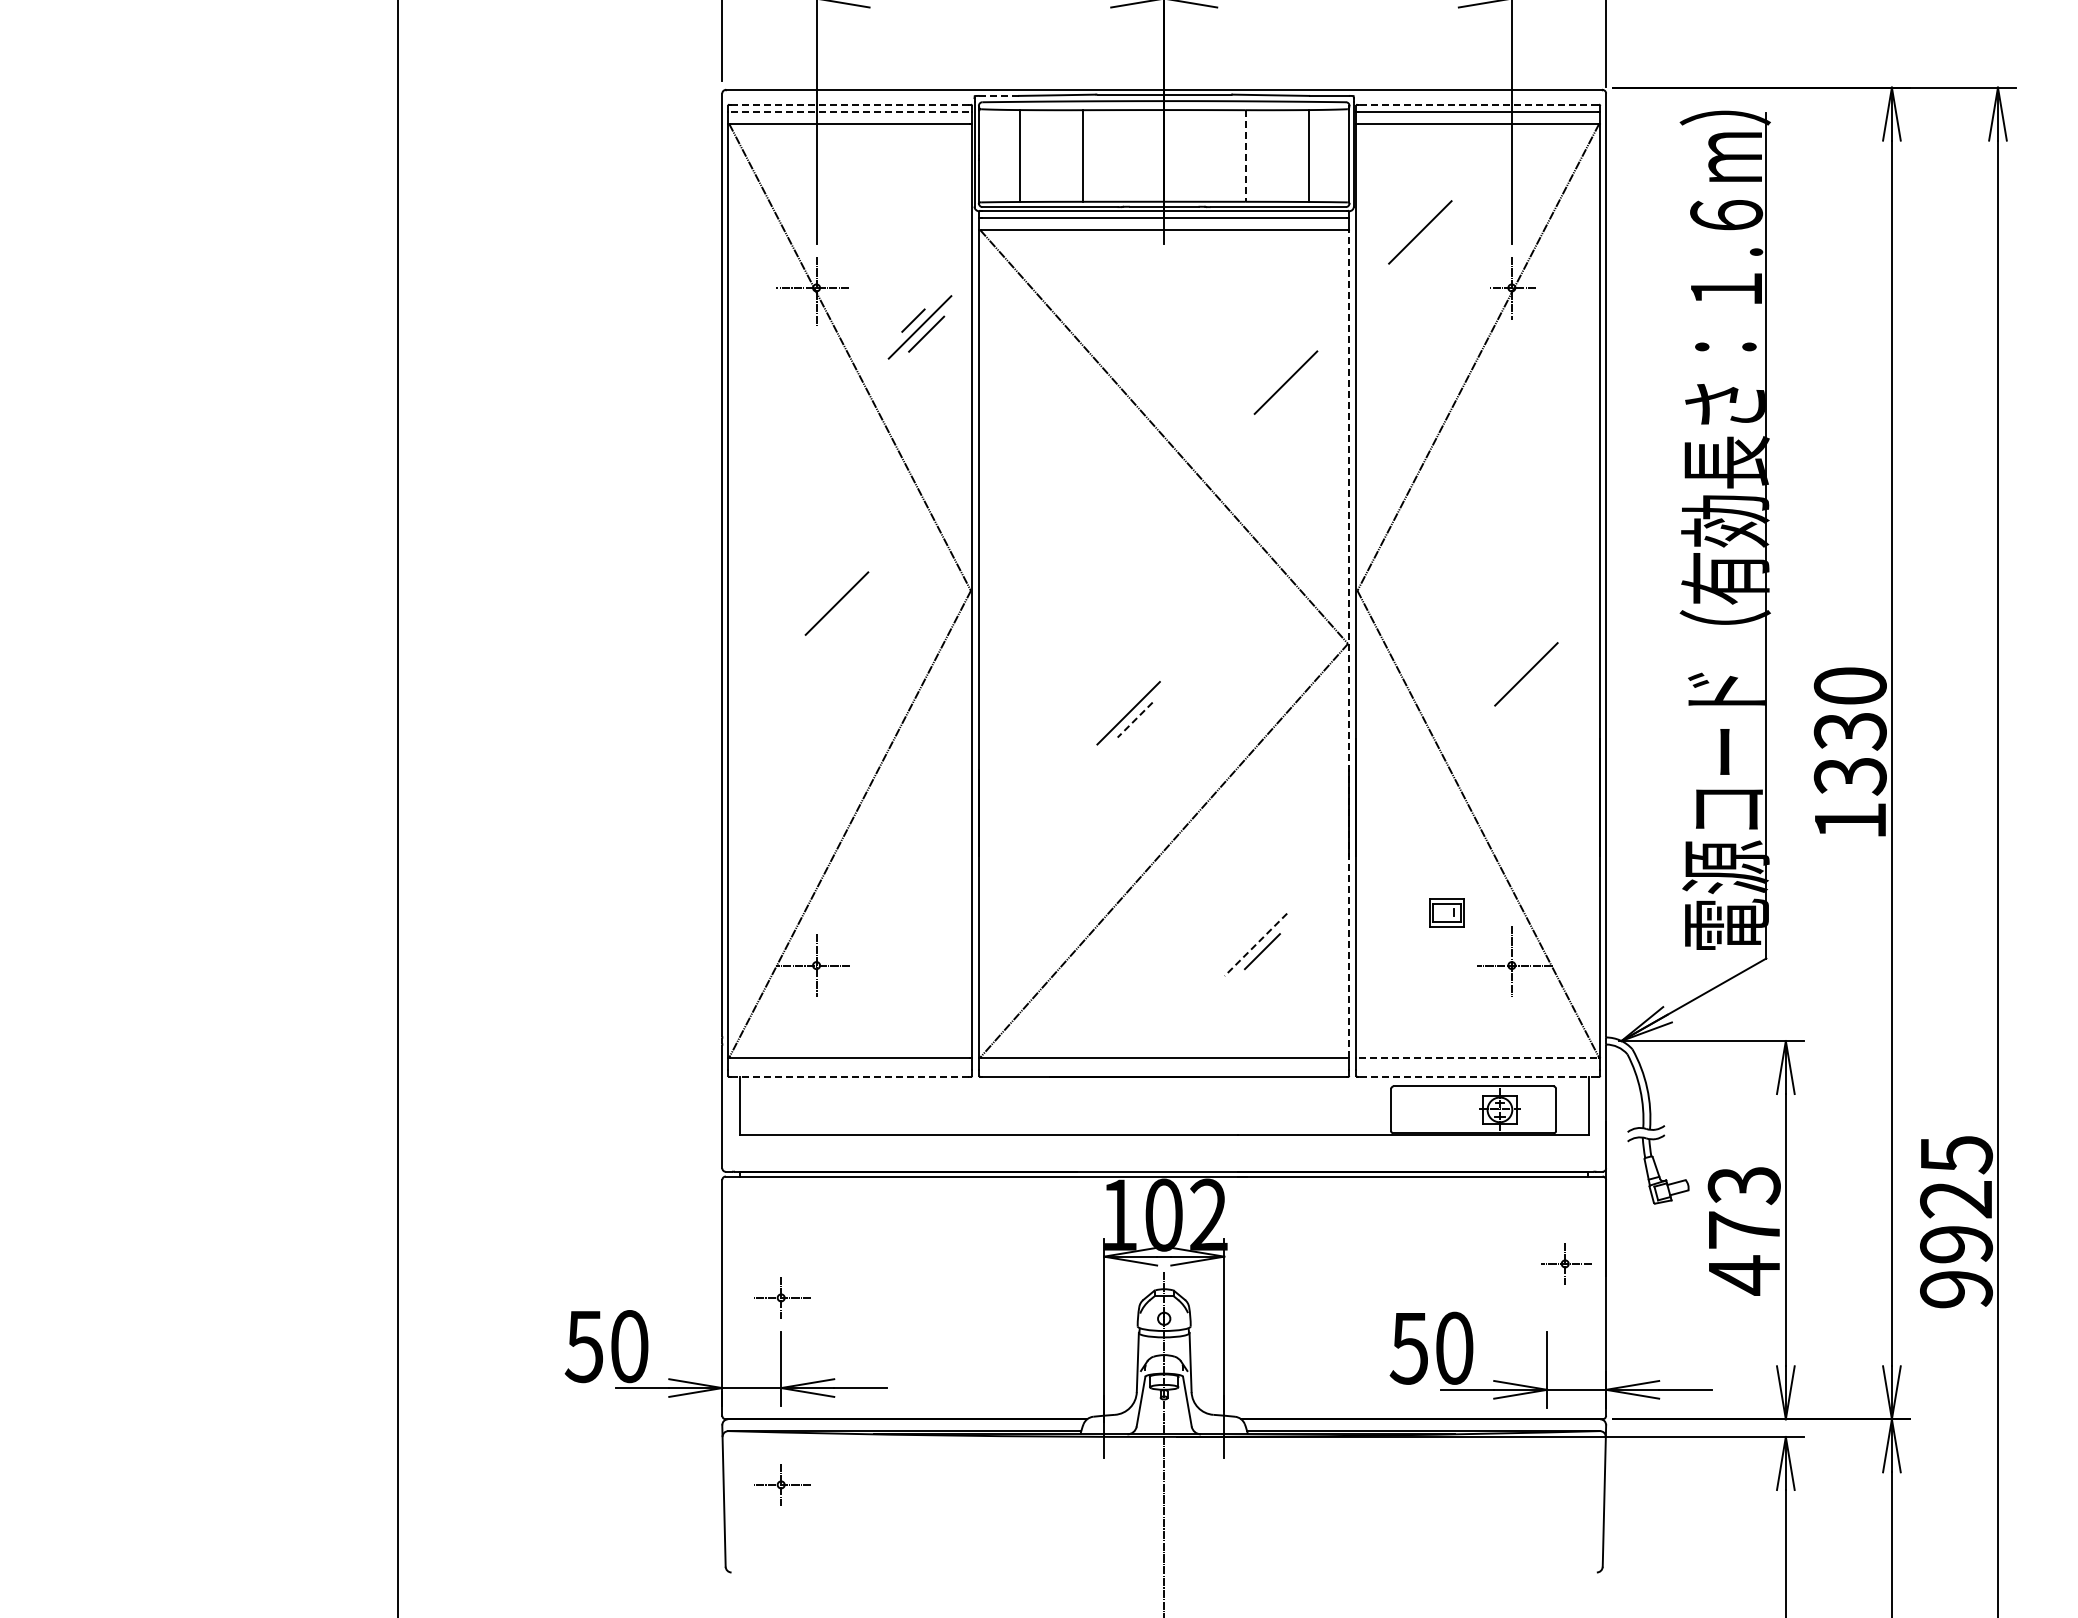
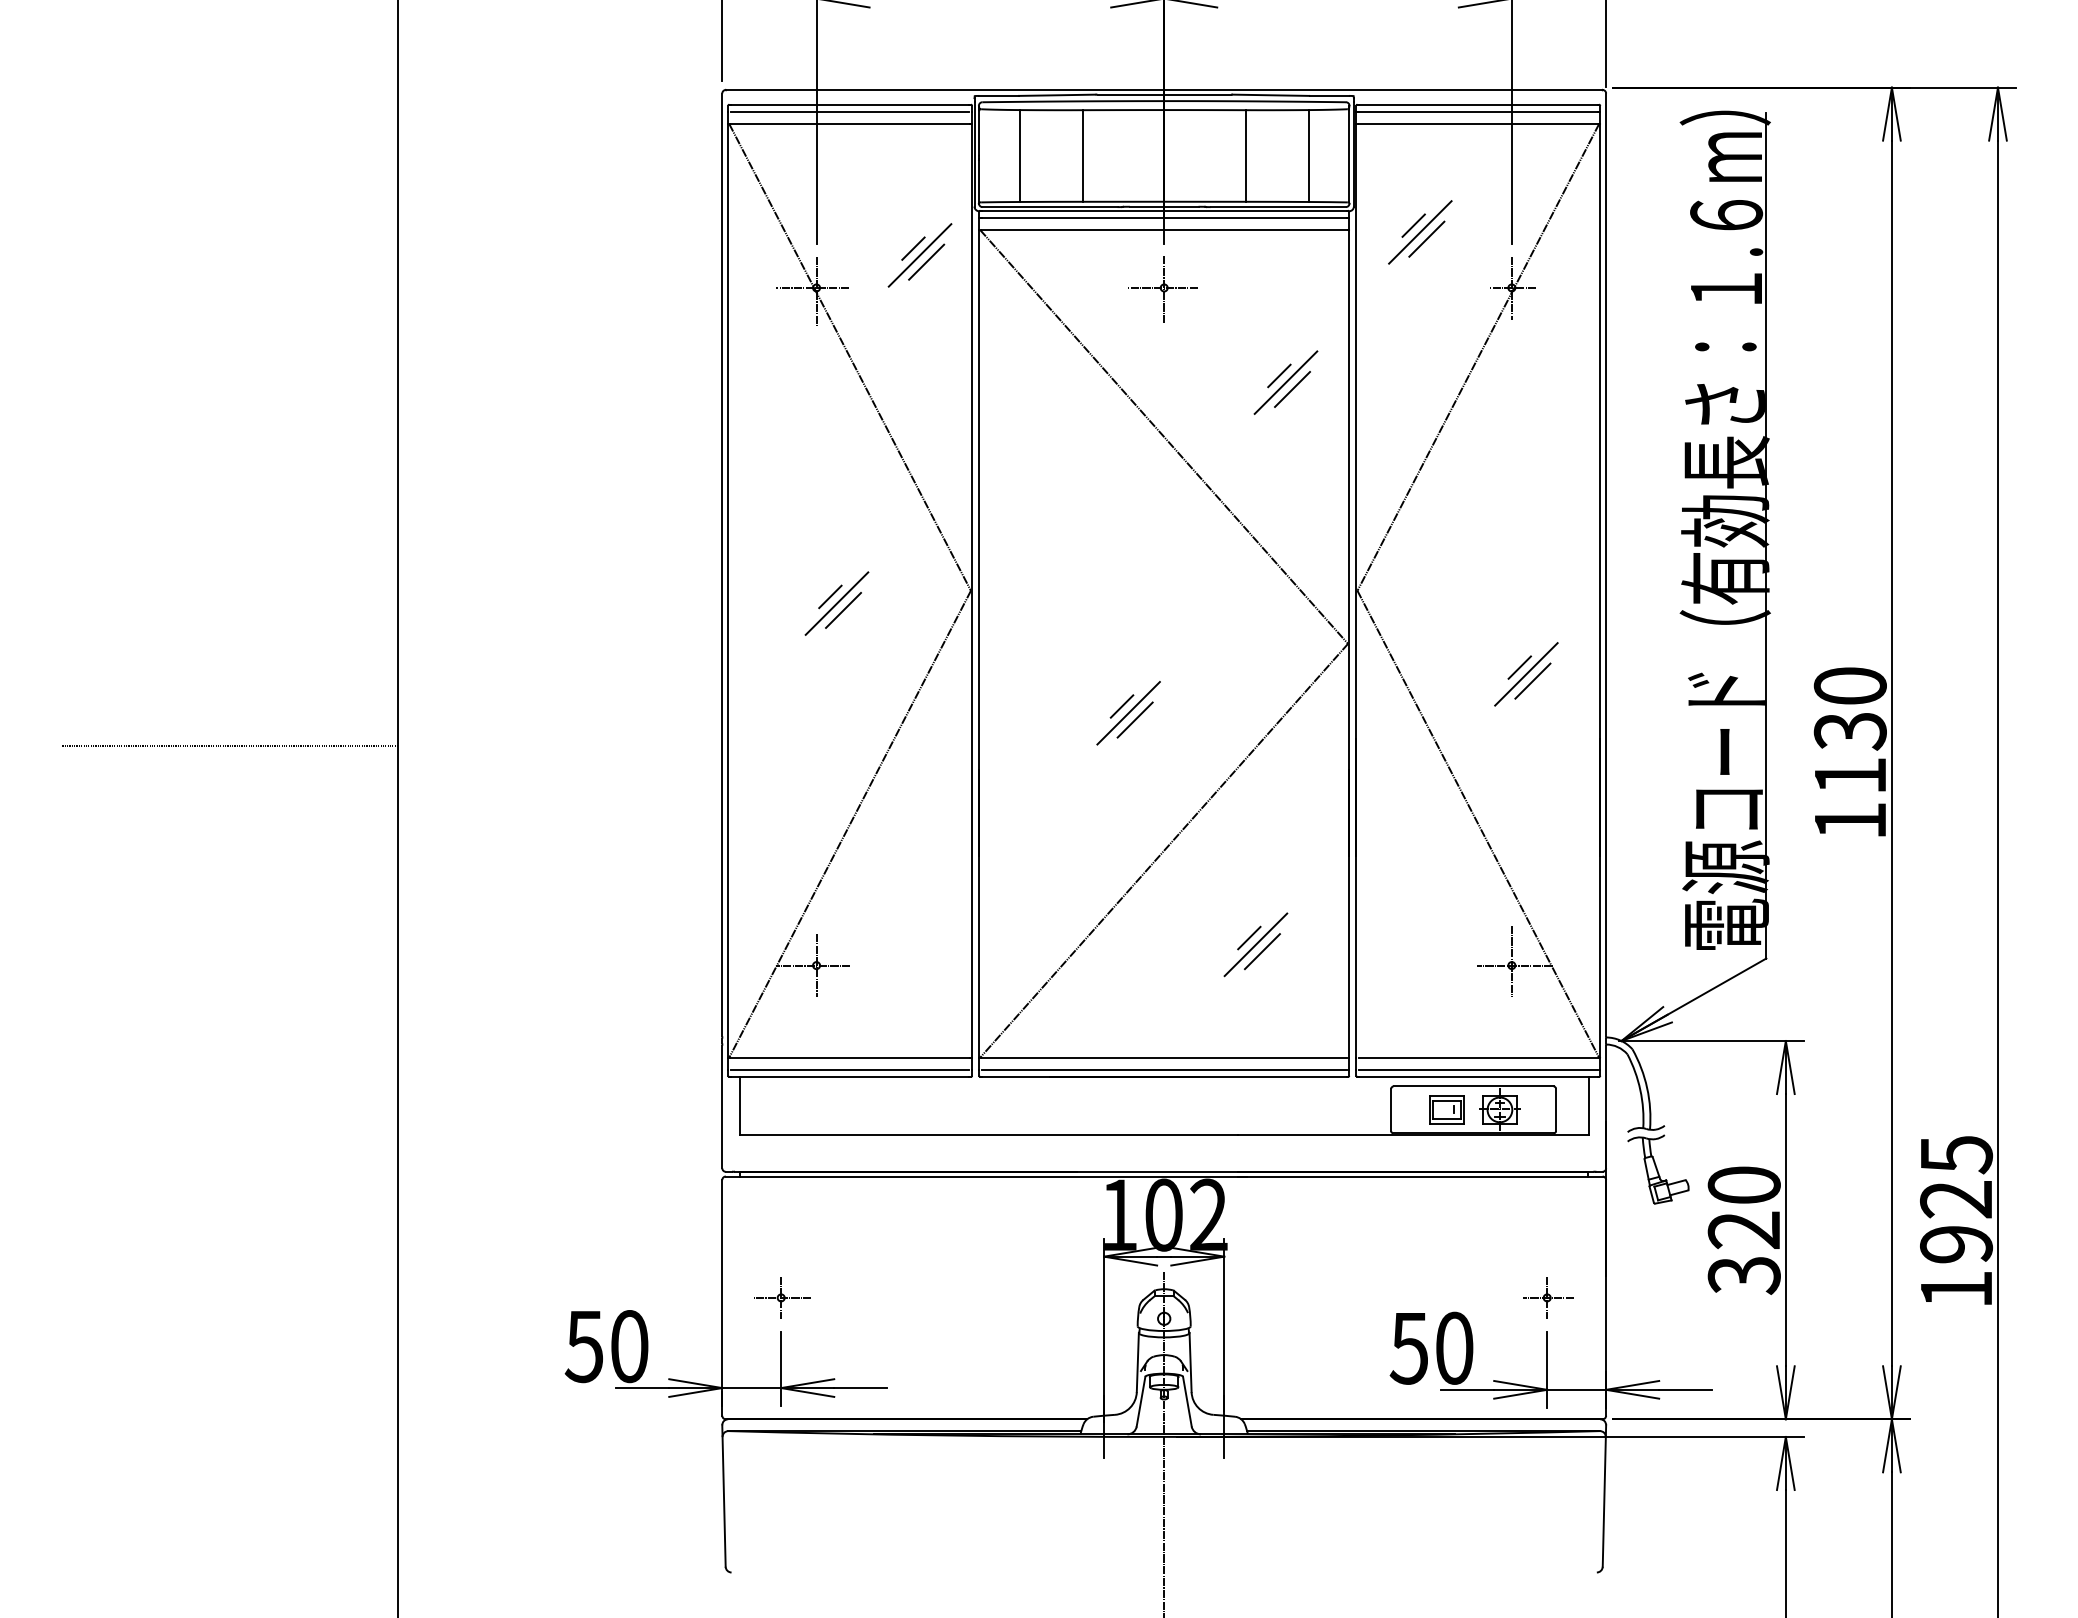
line at (999, 95): dashed -> solid
line at (850, 104): dashed -> solid
line at (1477, 104): dashed -> solid
line at (849, 112): dashed -> solid
line at (1245, 156): dashed -> solid
line at (1413, 225): none -> present
line at (1426, 238): none -> present
part at (1162, 289): none -> present
part at (919, 327) position: (919, 327) -> (919, 255)
line at (1279, 375): none -> present
line at (1292, 388): none -> present
line at (830, 596): none -> present
line at (843, 609): none -> present
line at (1349, 643): dashed -> solid
line at (1519, 667): none -> present
line at (1532, 680): none -> present
line at (1121, 706): none -> present
line at (1135, 720): dashed -> solid
line at (230, 745): none -> present
text at (1849, 776): 1330 -> 1130
part at (1446, 912) position: (1446, 912) -> (1446, 1109)
line at (1249, 937): none -> present
line at (1255, 945): dashed -> solid
line at (1478, 1057): dashed -> solid
line at (849, 1069): none -> present
line at (1163, 1069): none -> present
line at (1477, 1069): none -> present
line at (850, 1076): dashed -> solid
line at (1477, 1076): dashed -> solid
text at (1743, 1230): 473 -> 320
part at (1566, 1263) position: (1566, 1263) -> (1548, 1297)
text at (1956, 1289): 9925 -> 1925
part at (782, 1484): present -> none
